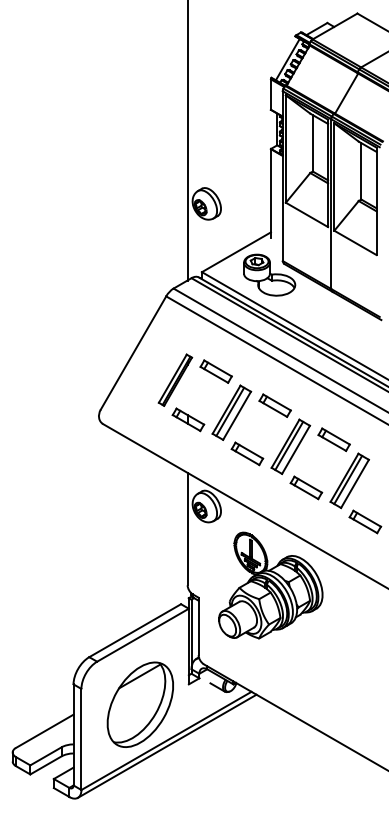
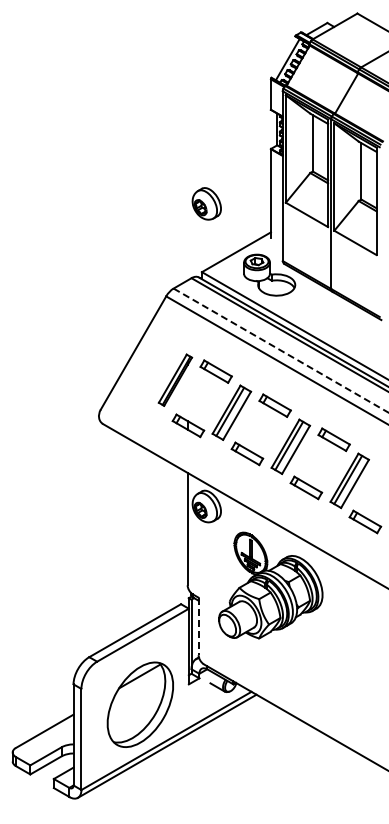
line at (187, 141): present -> none
line at (280, 350): solid -> dashed
part at (188, 419) position: (188, 419) -> (188, 425)
line at (198, 626): solid -> dashed
